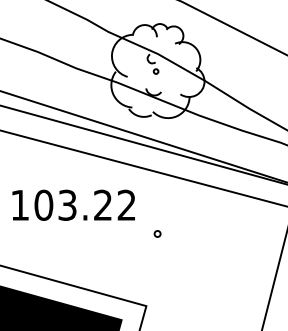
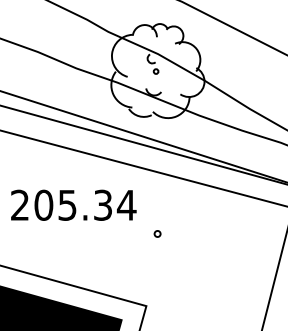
text at (73, 204): 103.22 -> 205.34
